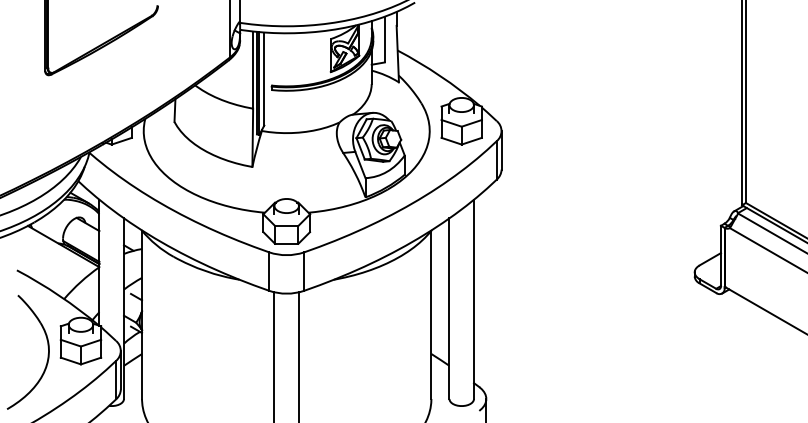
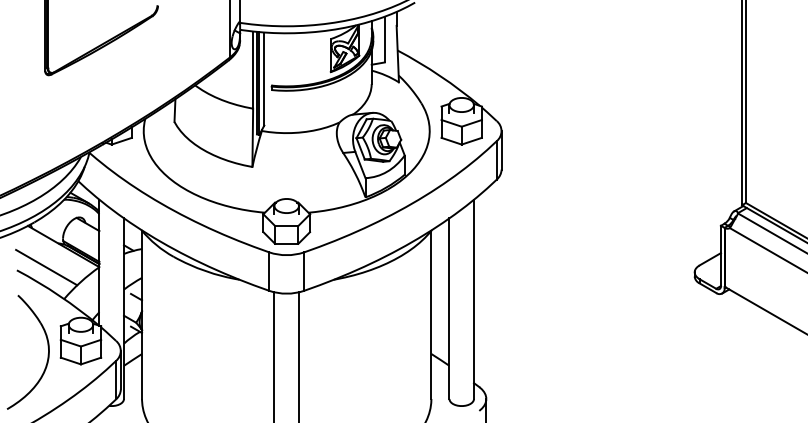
line at (46, 267): none -> present
